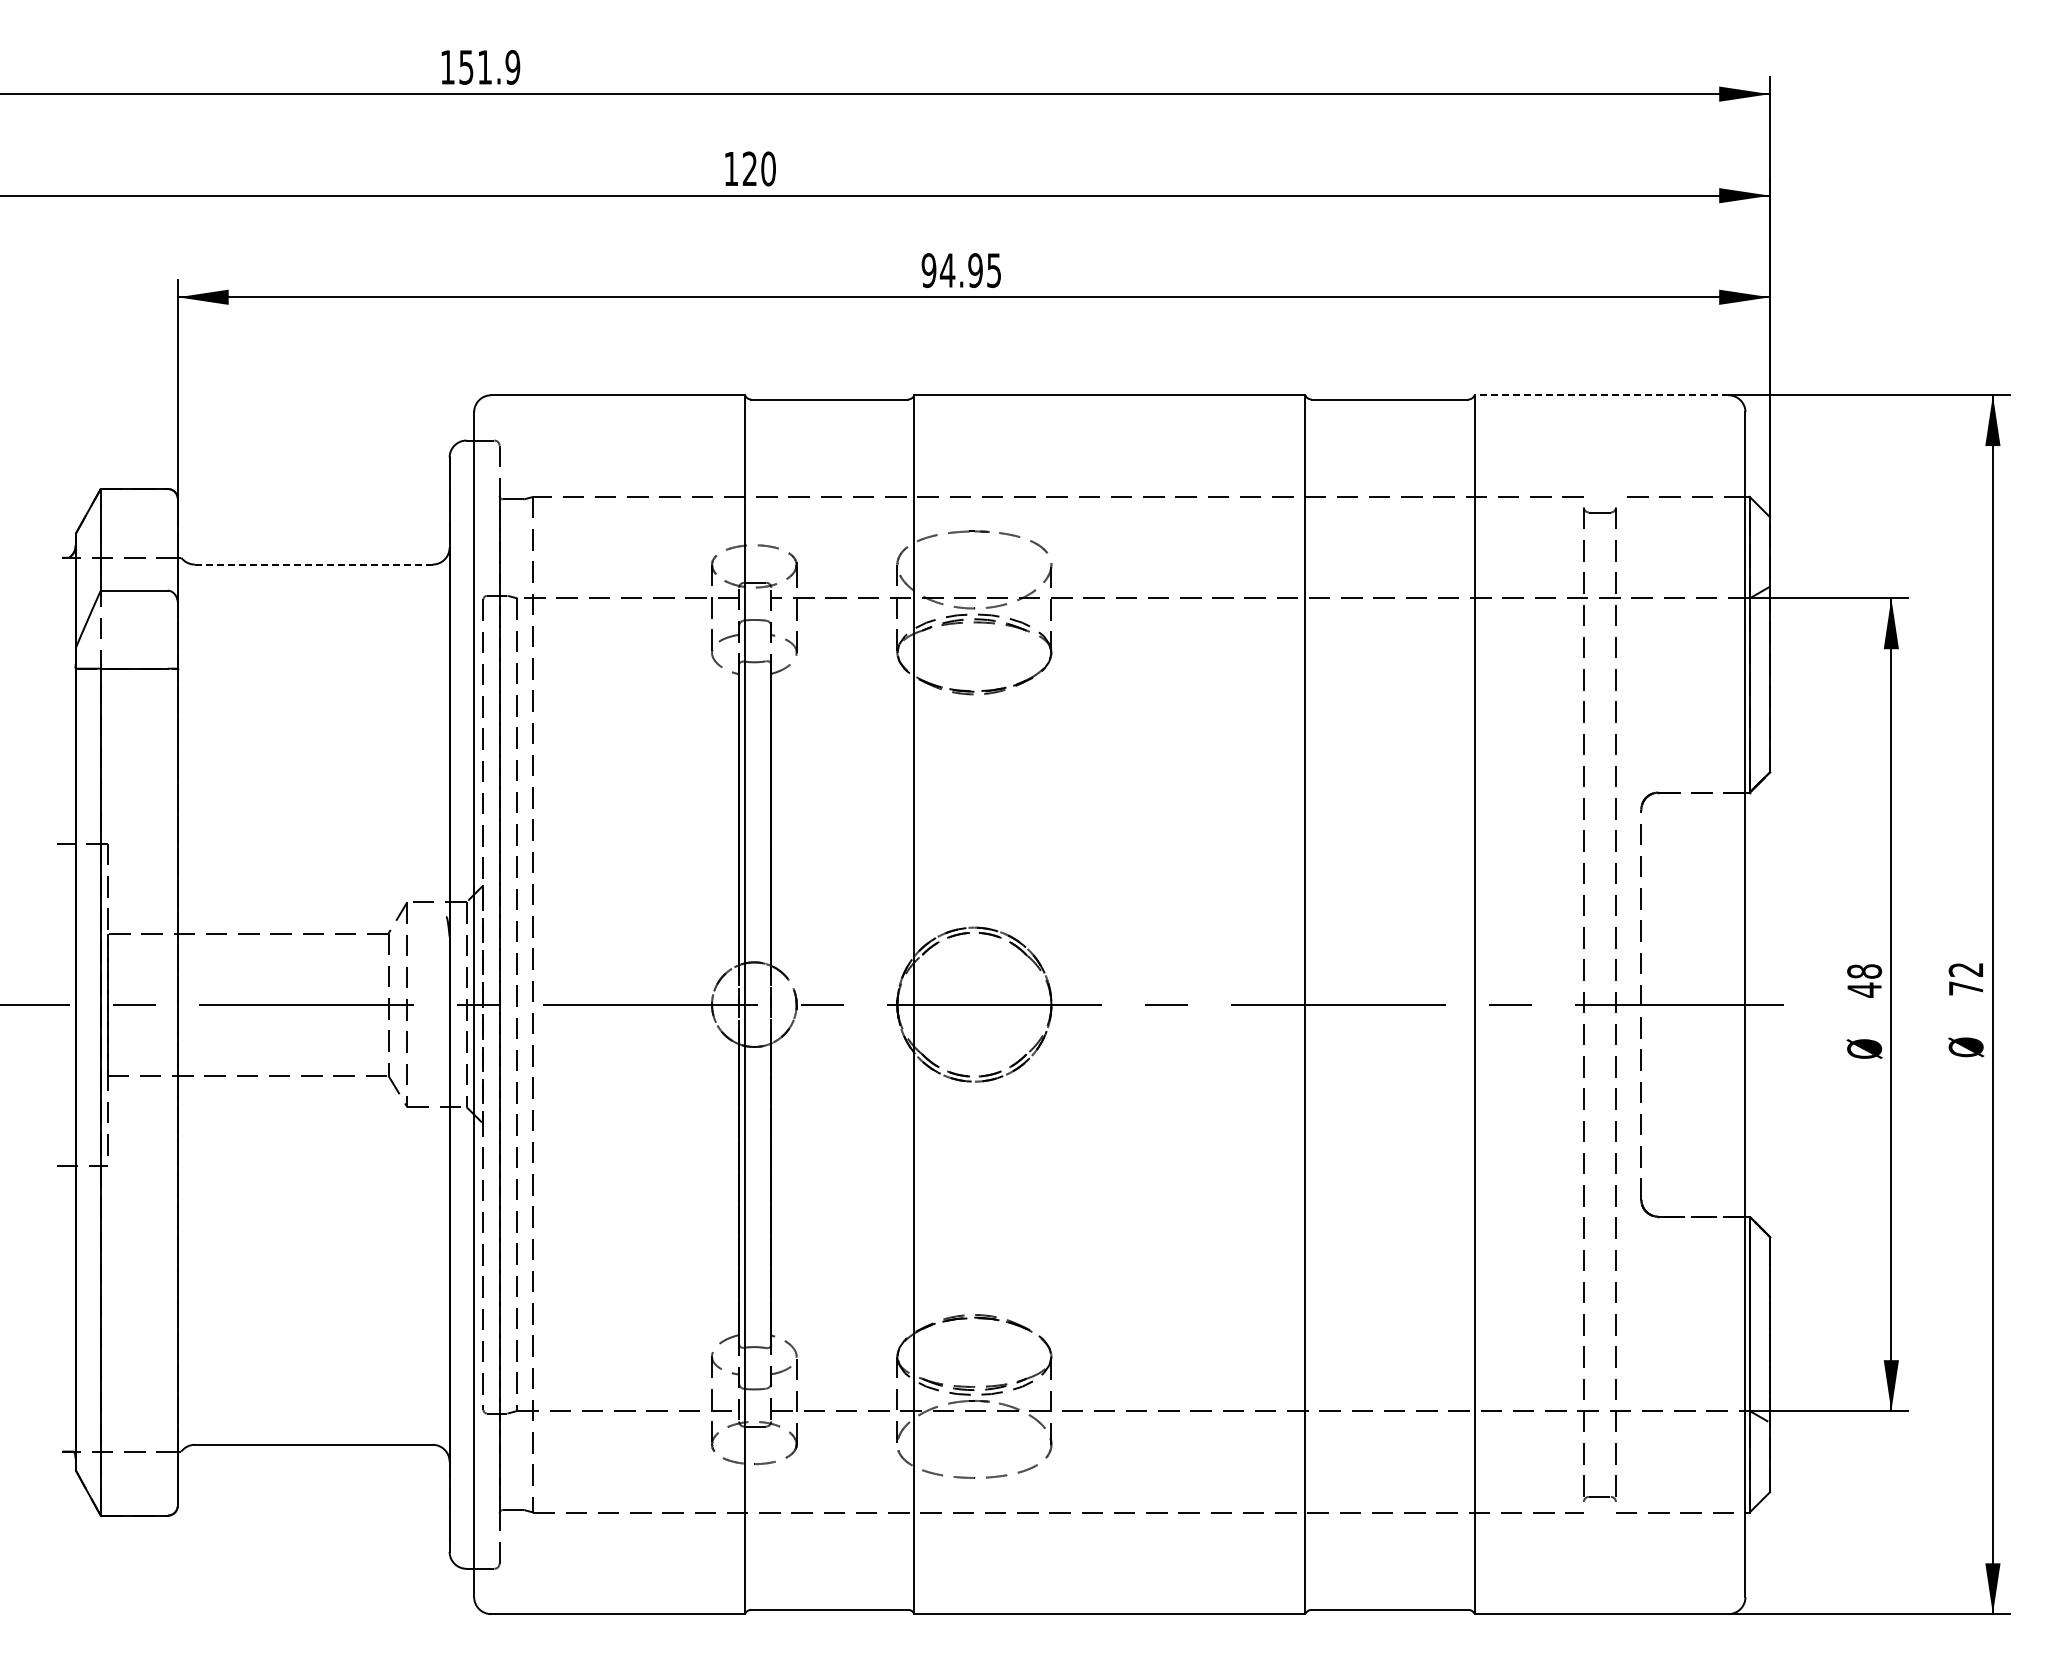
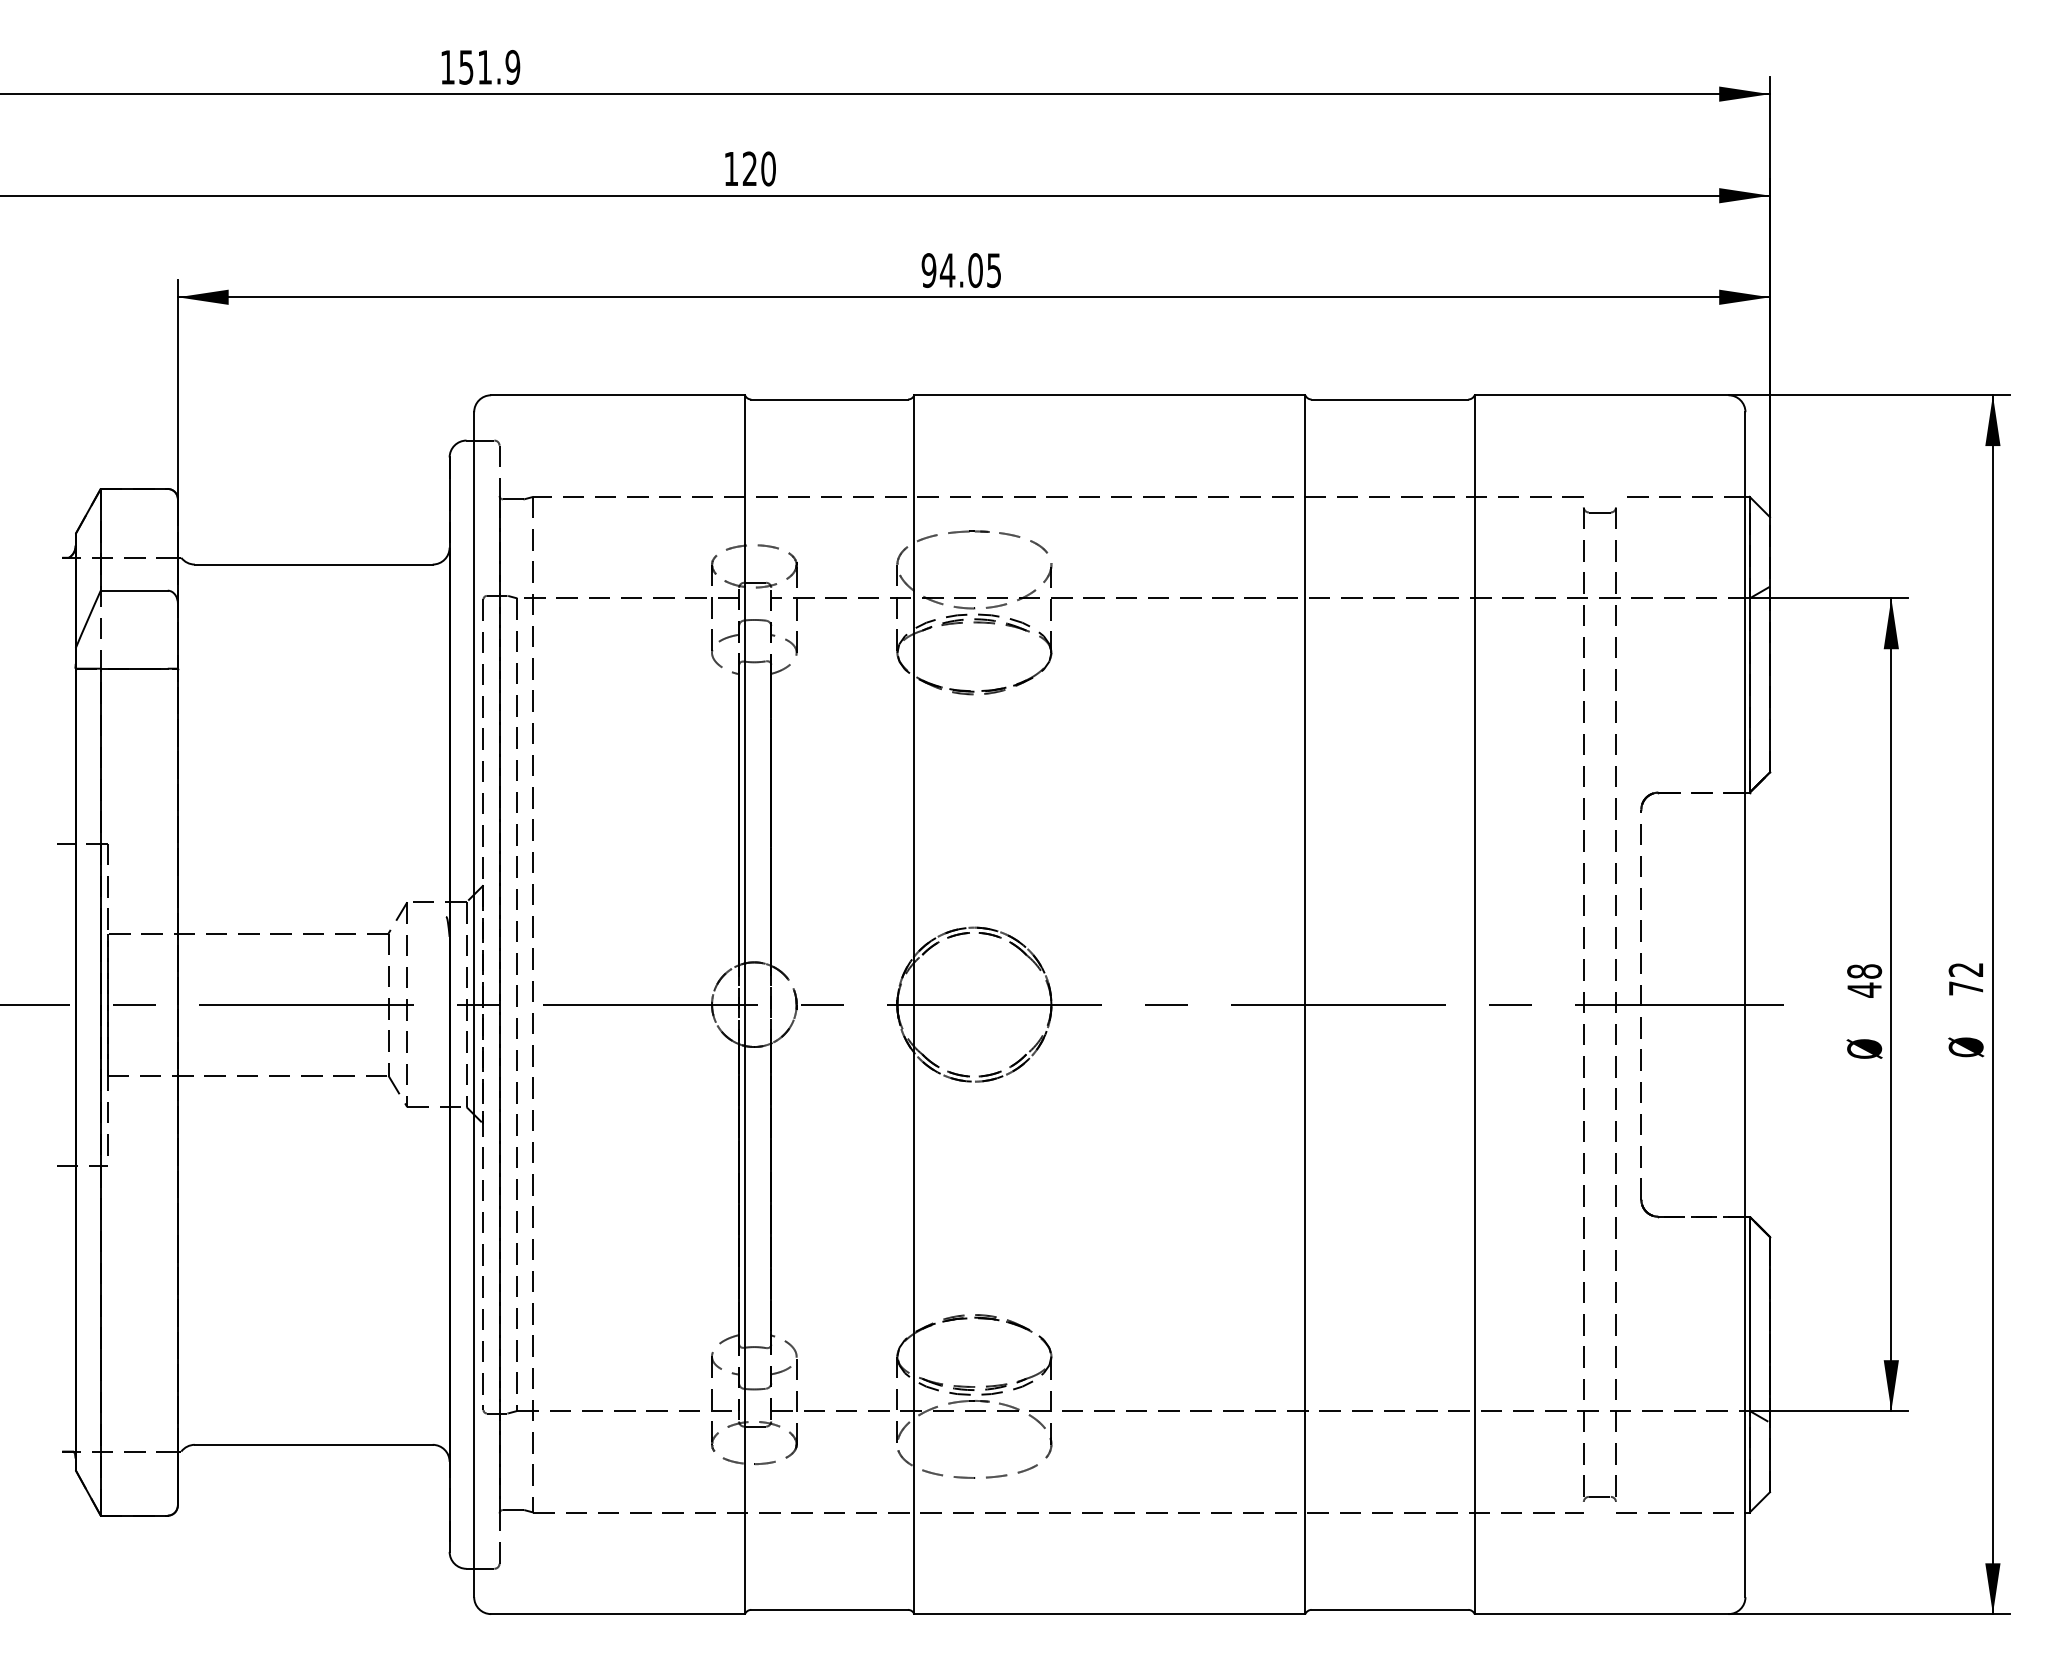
text at (975, 270): 94.95 -> 94.05
line at (1601, 395): dashed -> solid
line at (313, 564): dashed -> solid
